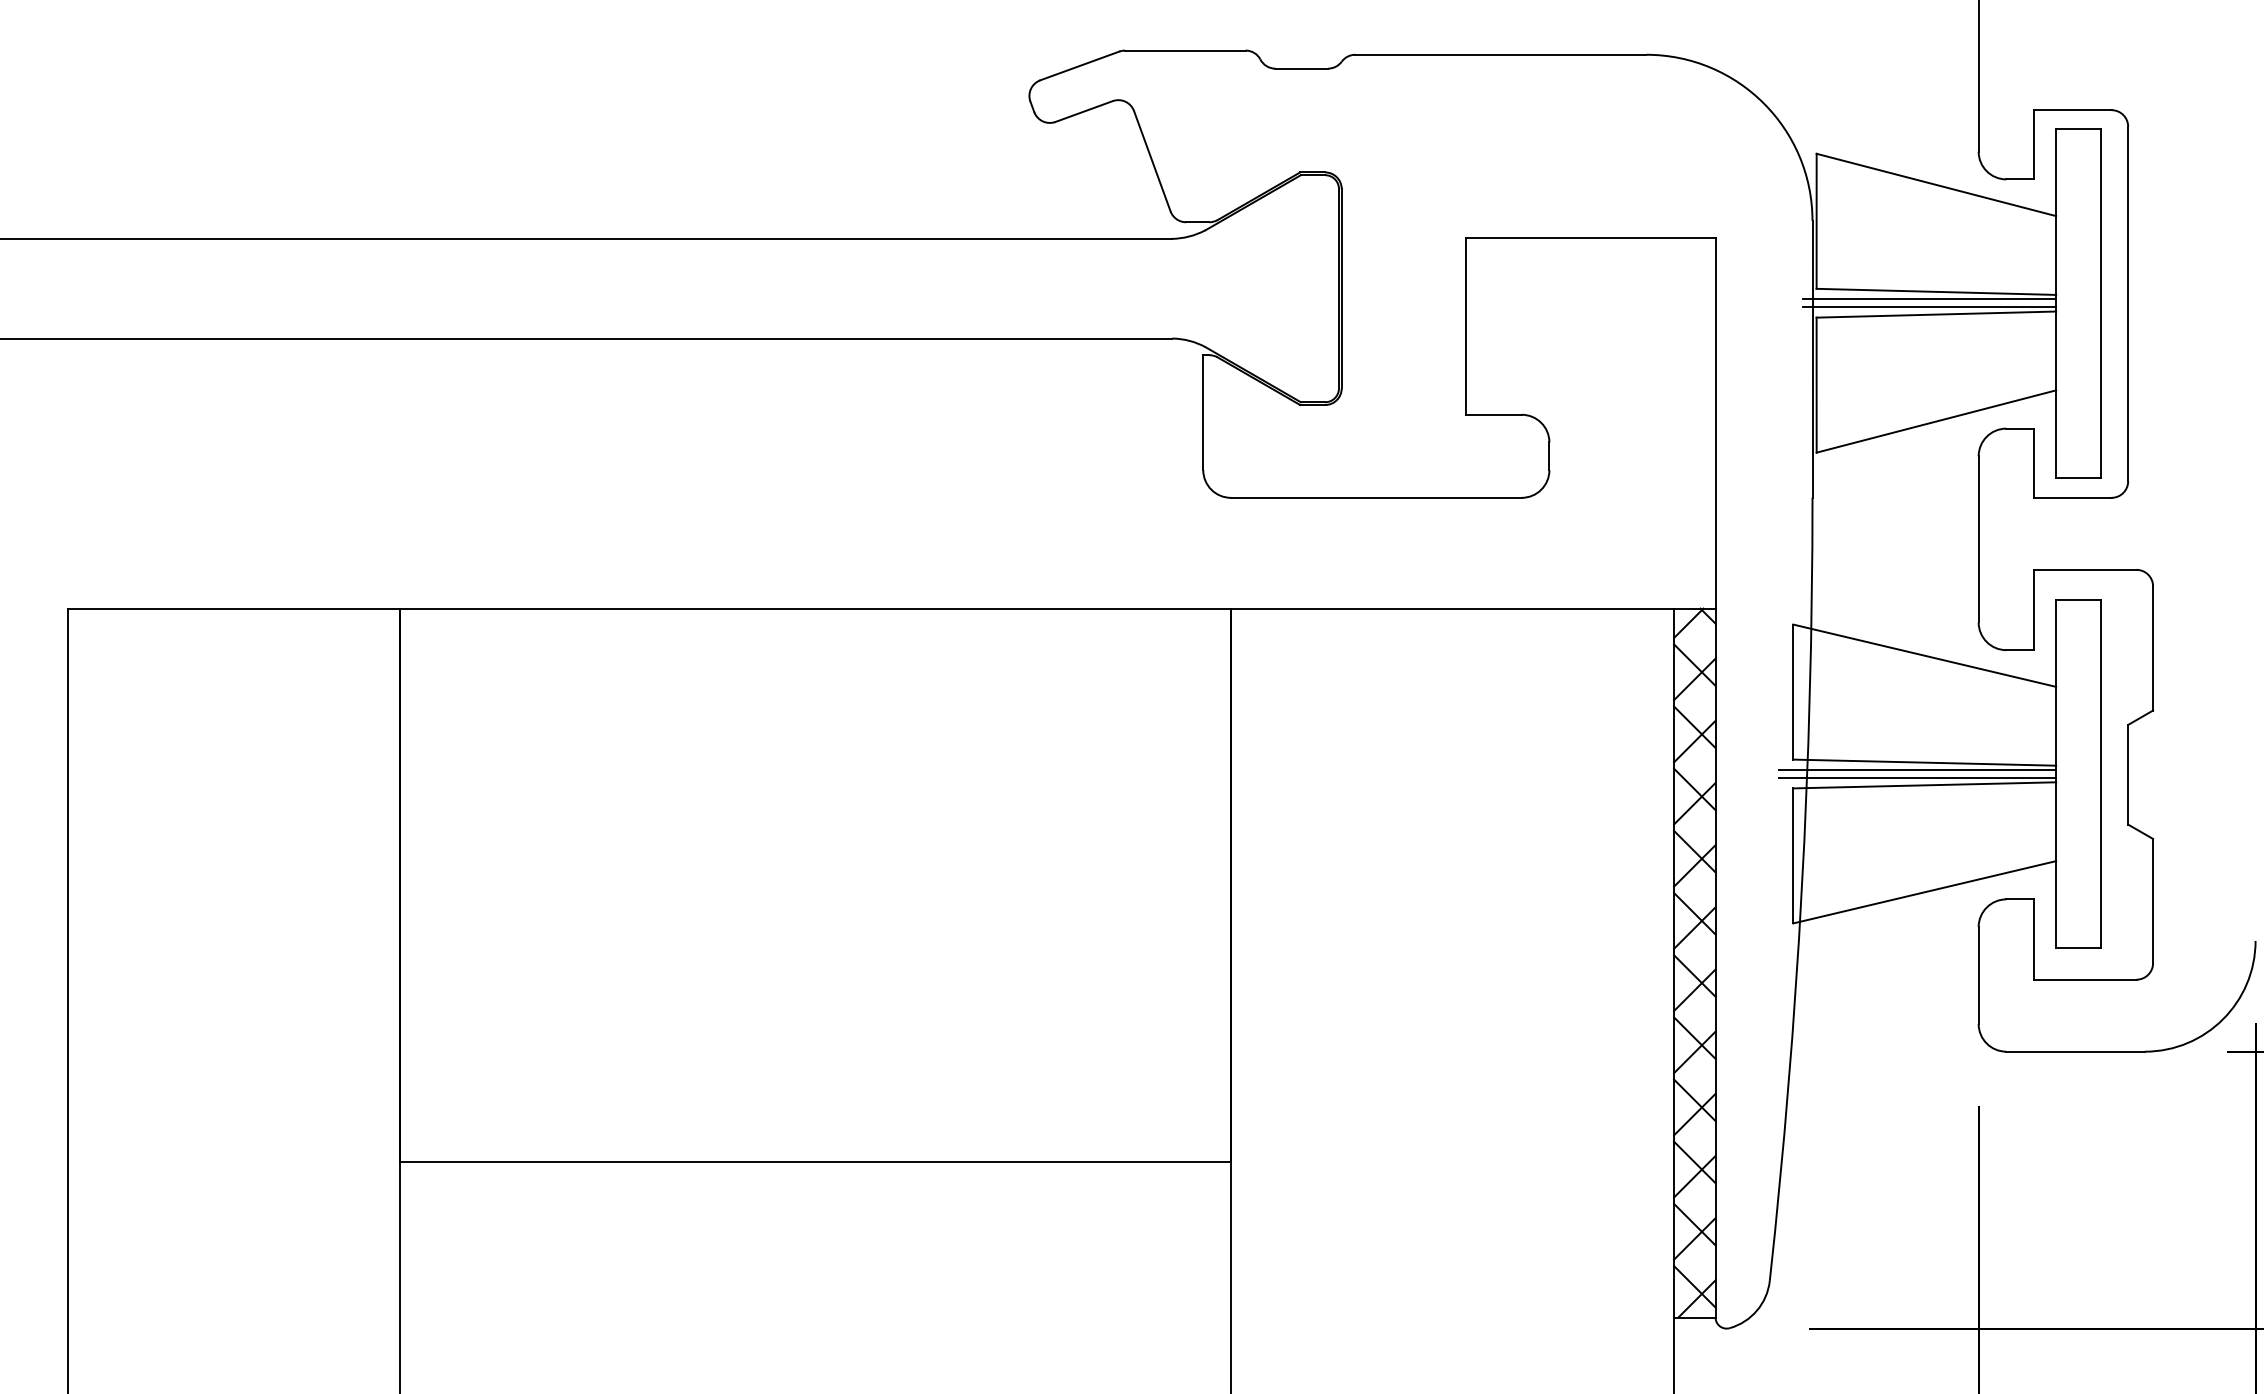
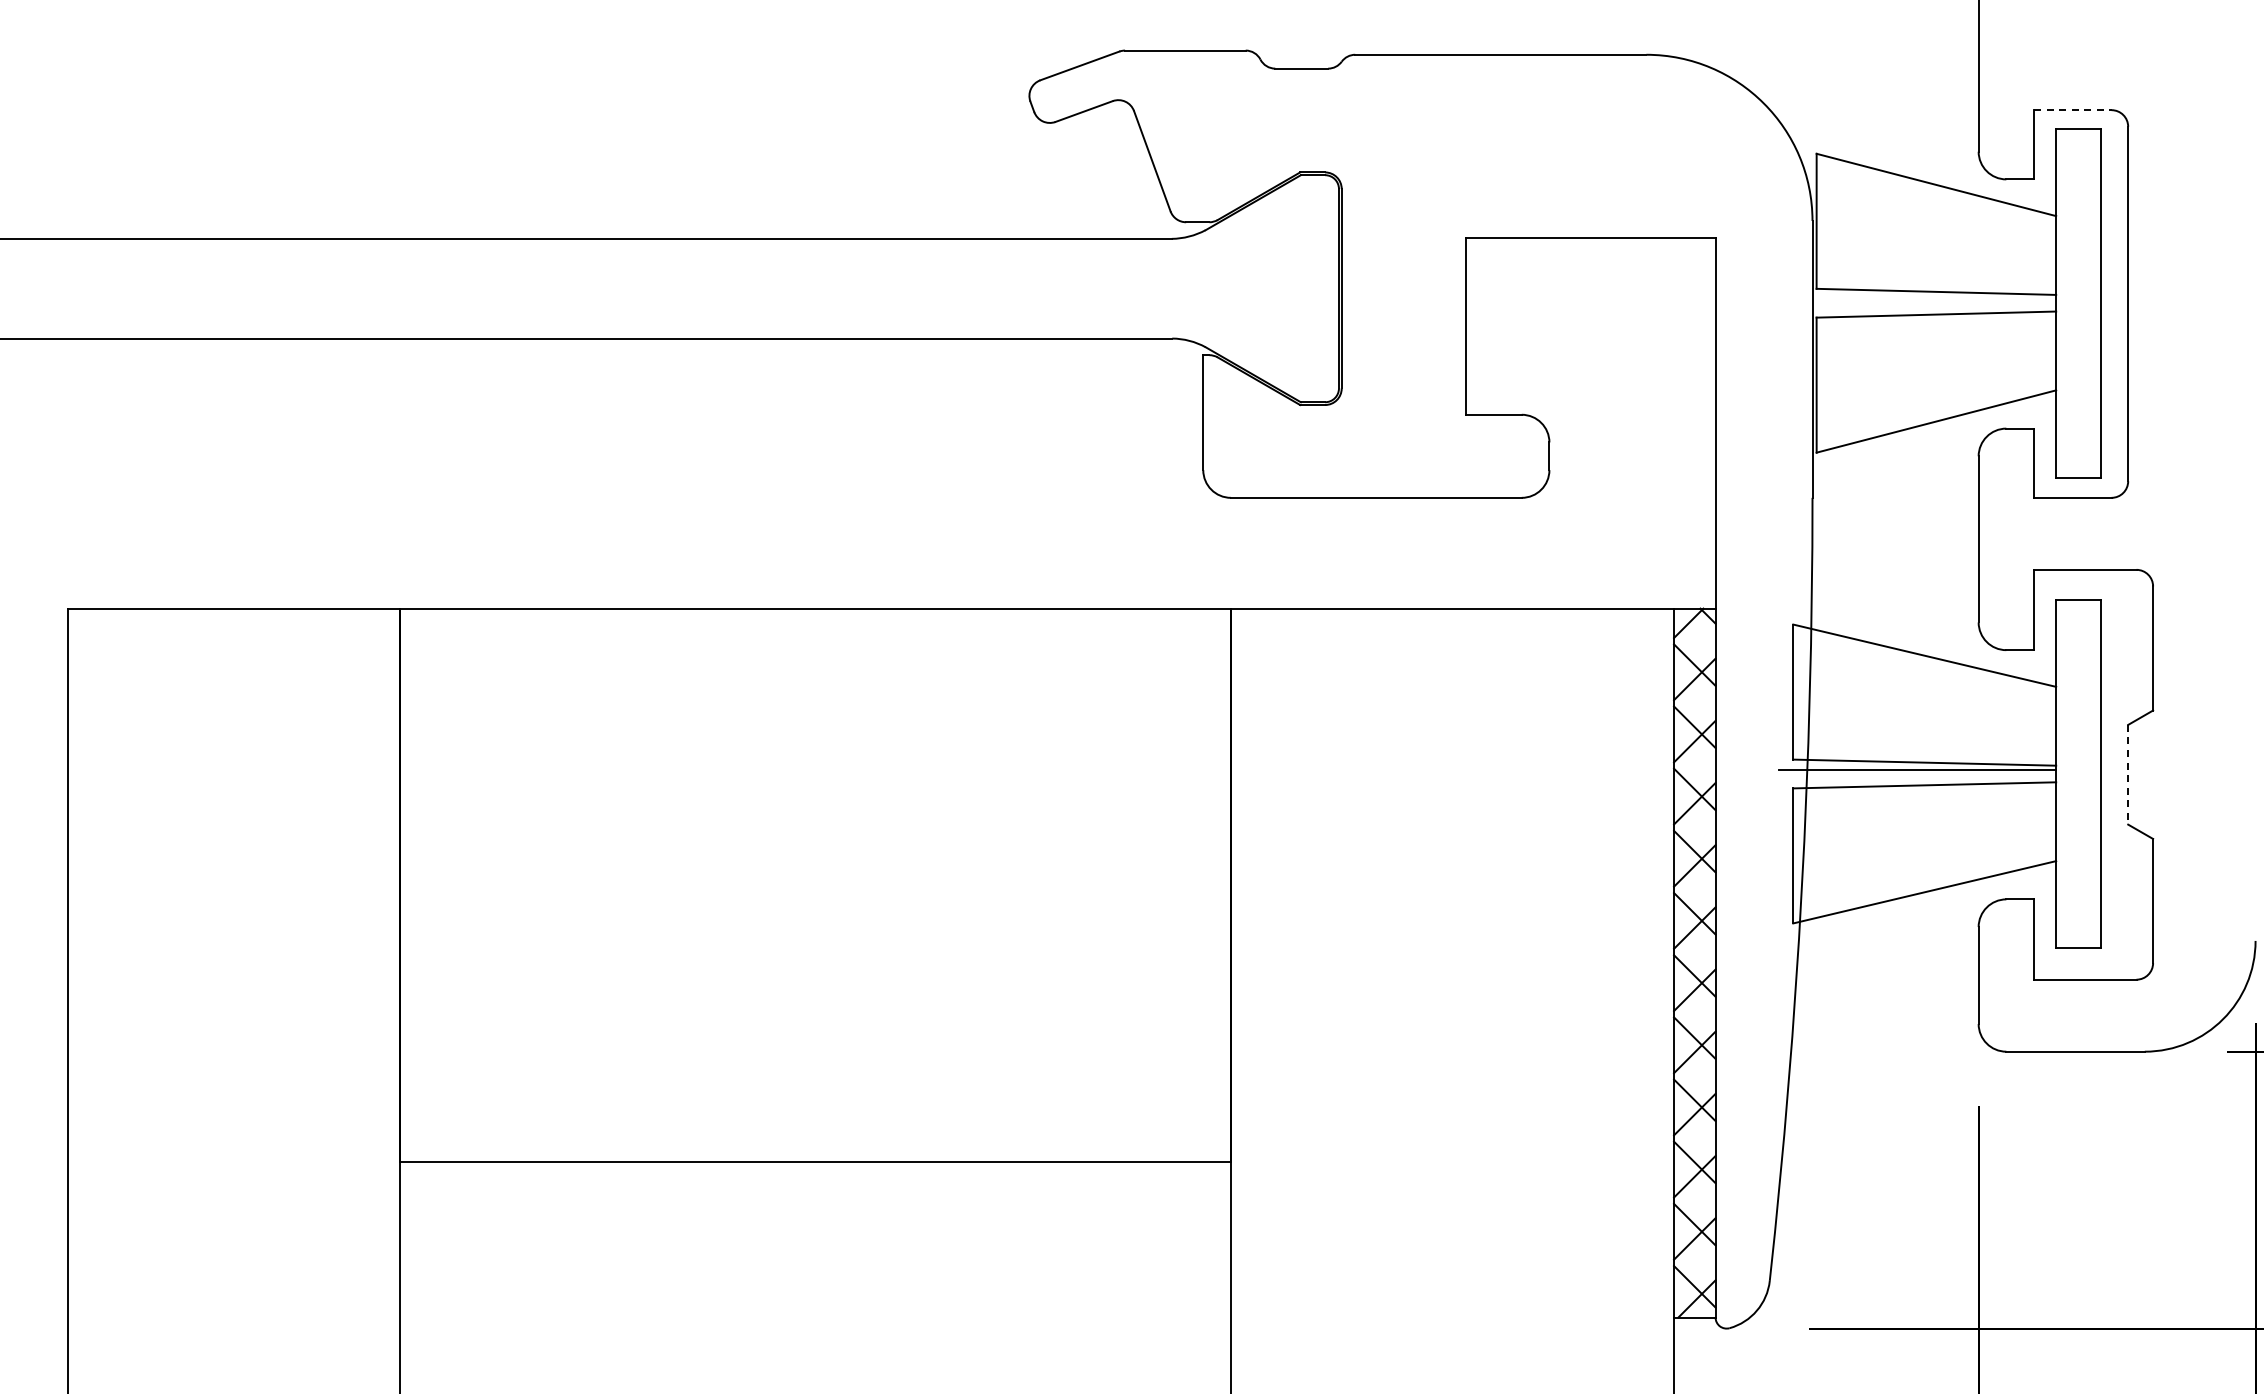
line at (2072, 110): solid -> dashed
line at (1929, 299): present -> none
line at (1929, 307): present -> none
line at (2128, 774): solid -> dashed
line at (1917, 778): present -> none
